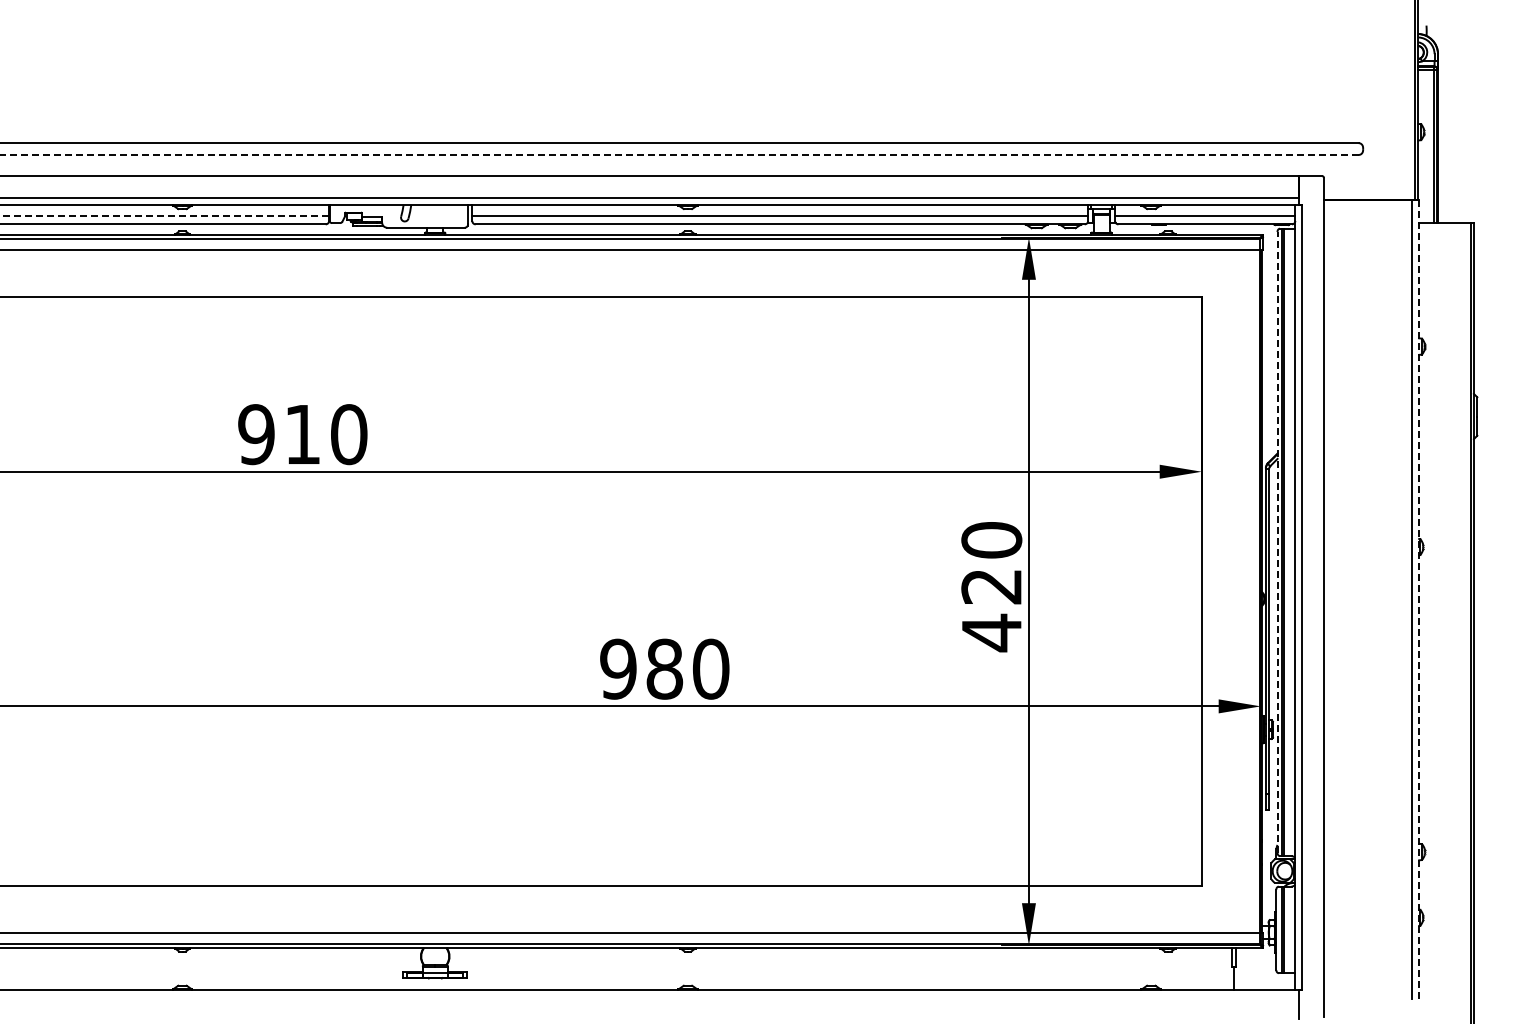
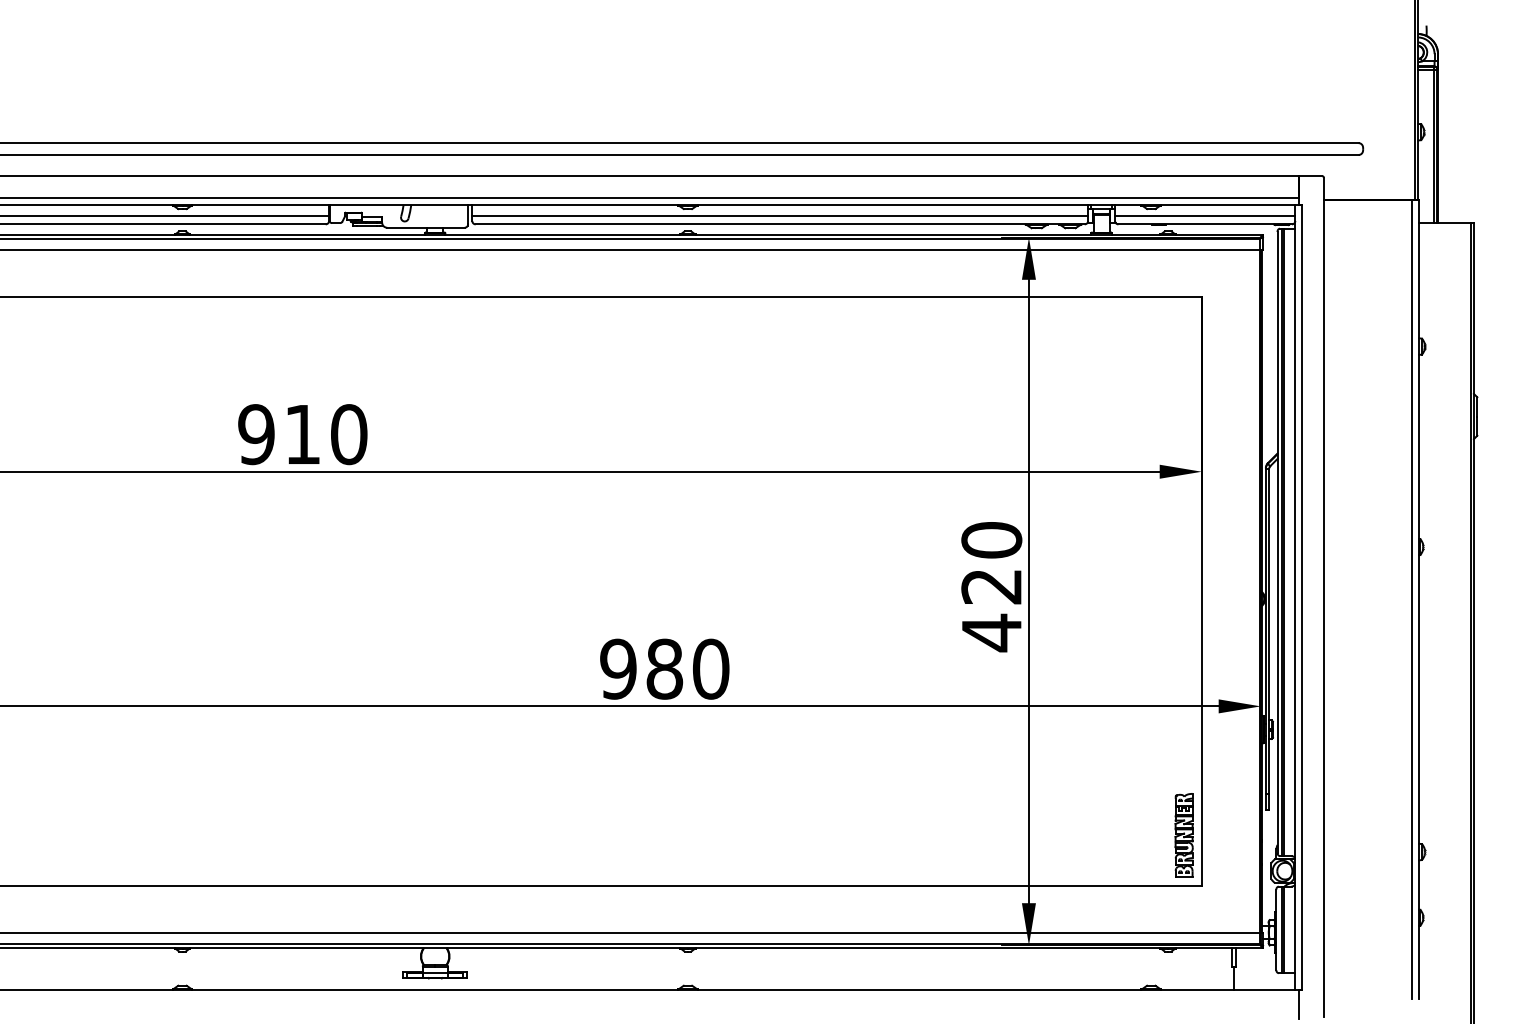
line at (679, 154): dashed -> solid
line at (164, 215): dashed -> solid
line at (1277, 541): dashed -> solid
line at (1419, 599): dashed -> solid
part at (1183, 835): none -> present
